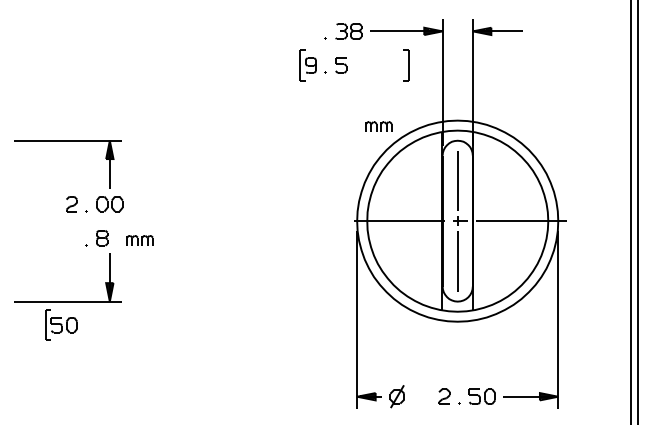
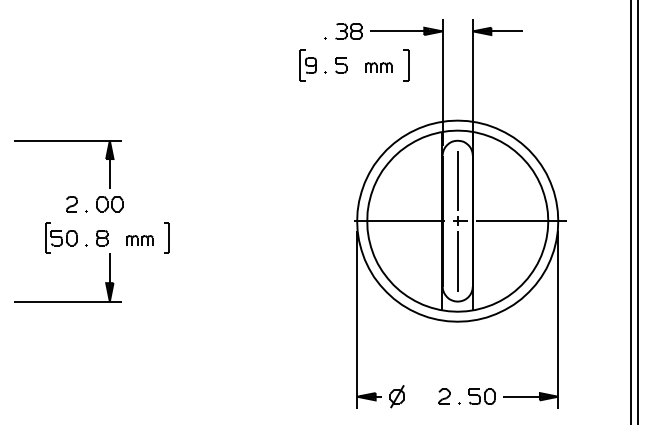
part at (378, 126) position: (378, 126) -> (378, 67)
part at (166, 237): none -> present
part at (61, 324) position: (61, 324) -> (61, 237)
